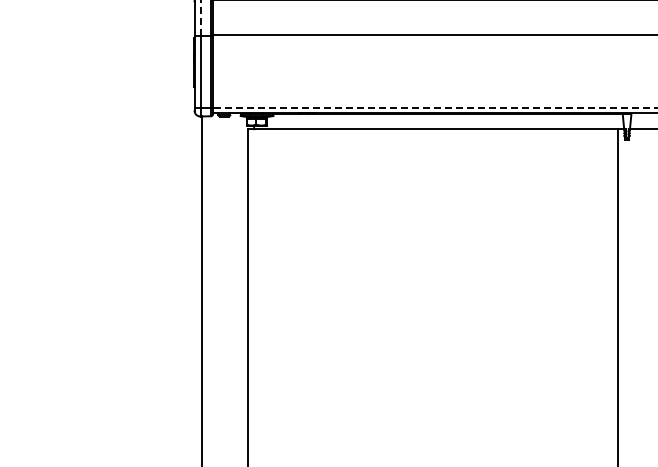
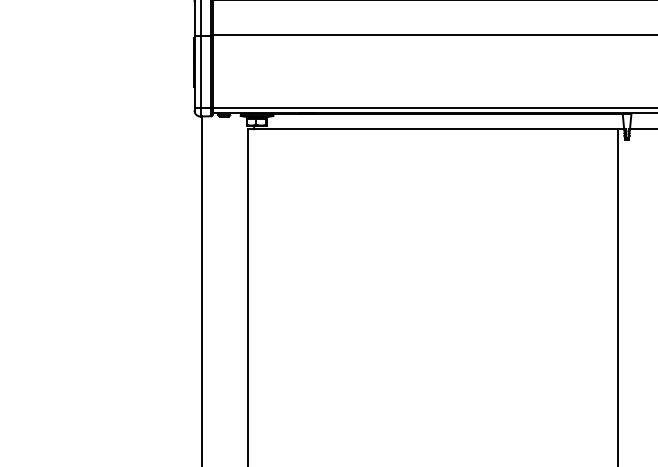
line at (200, 17): dashed -> solid
line at (435, 107): dashed -> solid
